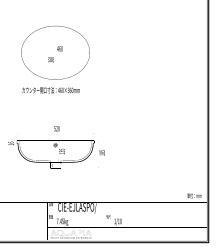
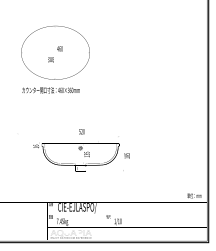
part at (56, 147) position: (56, 147) -> (81, 150)
